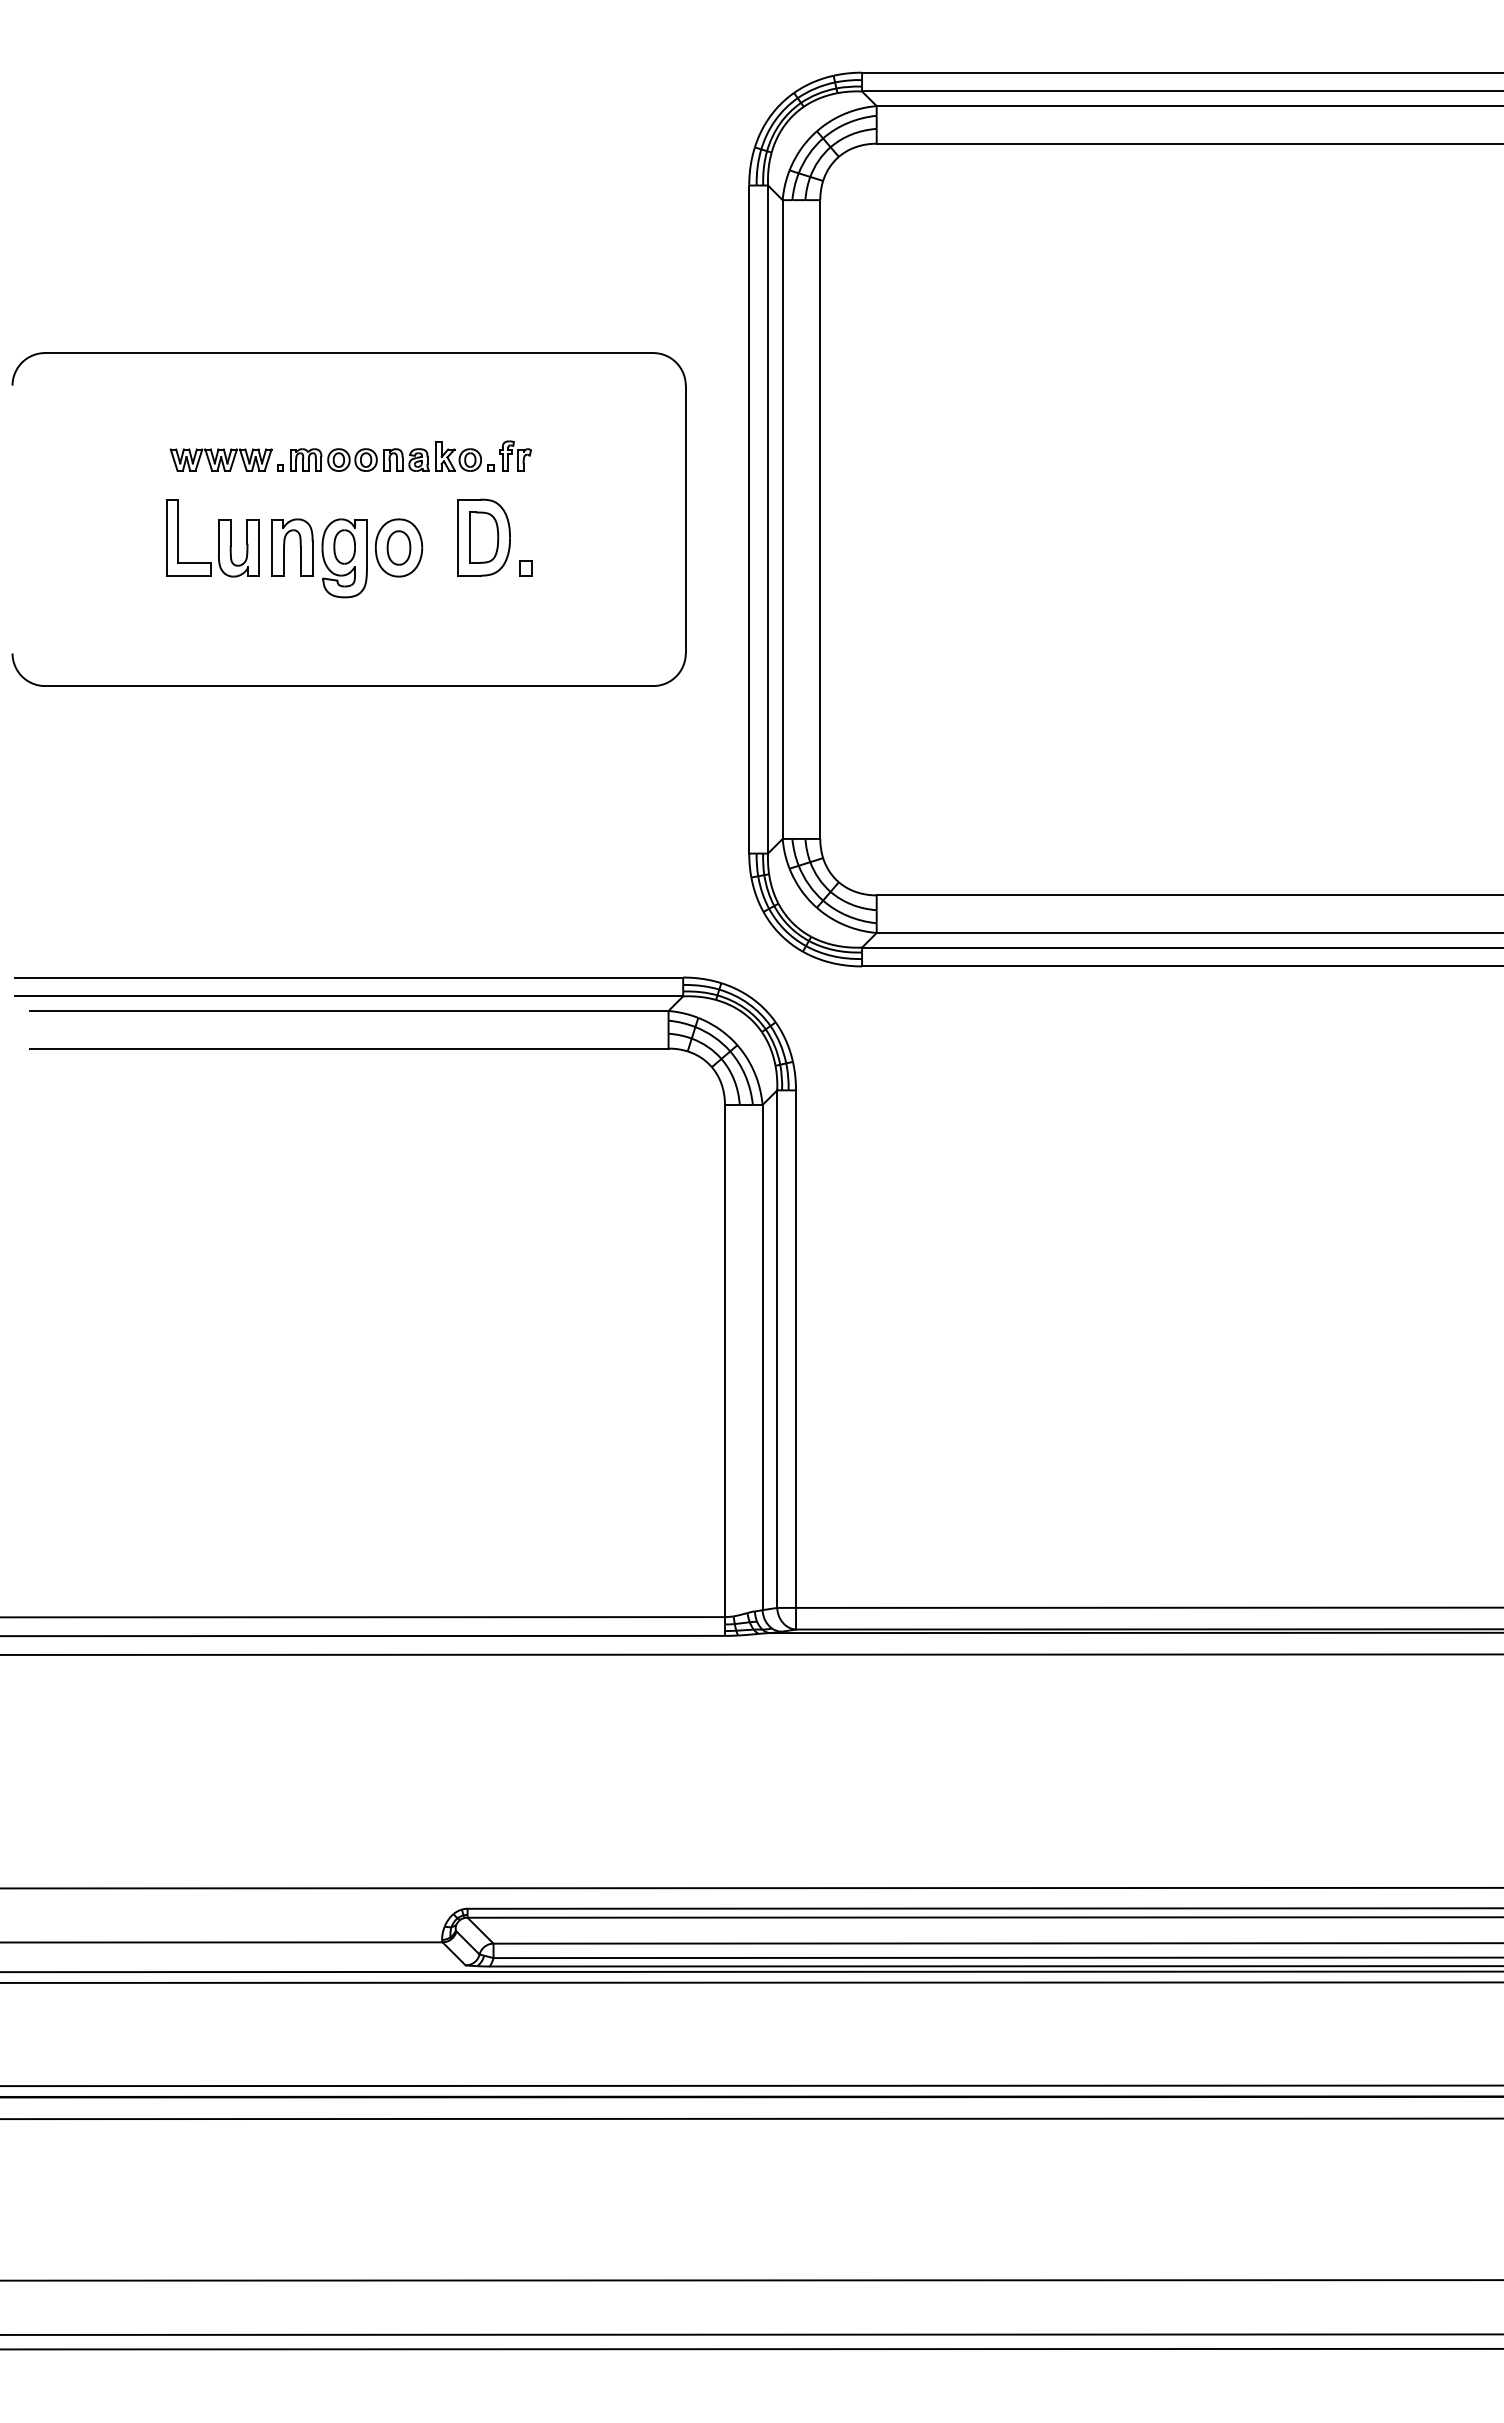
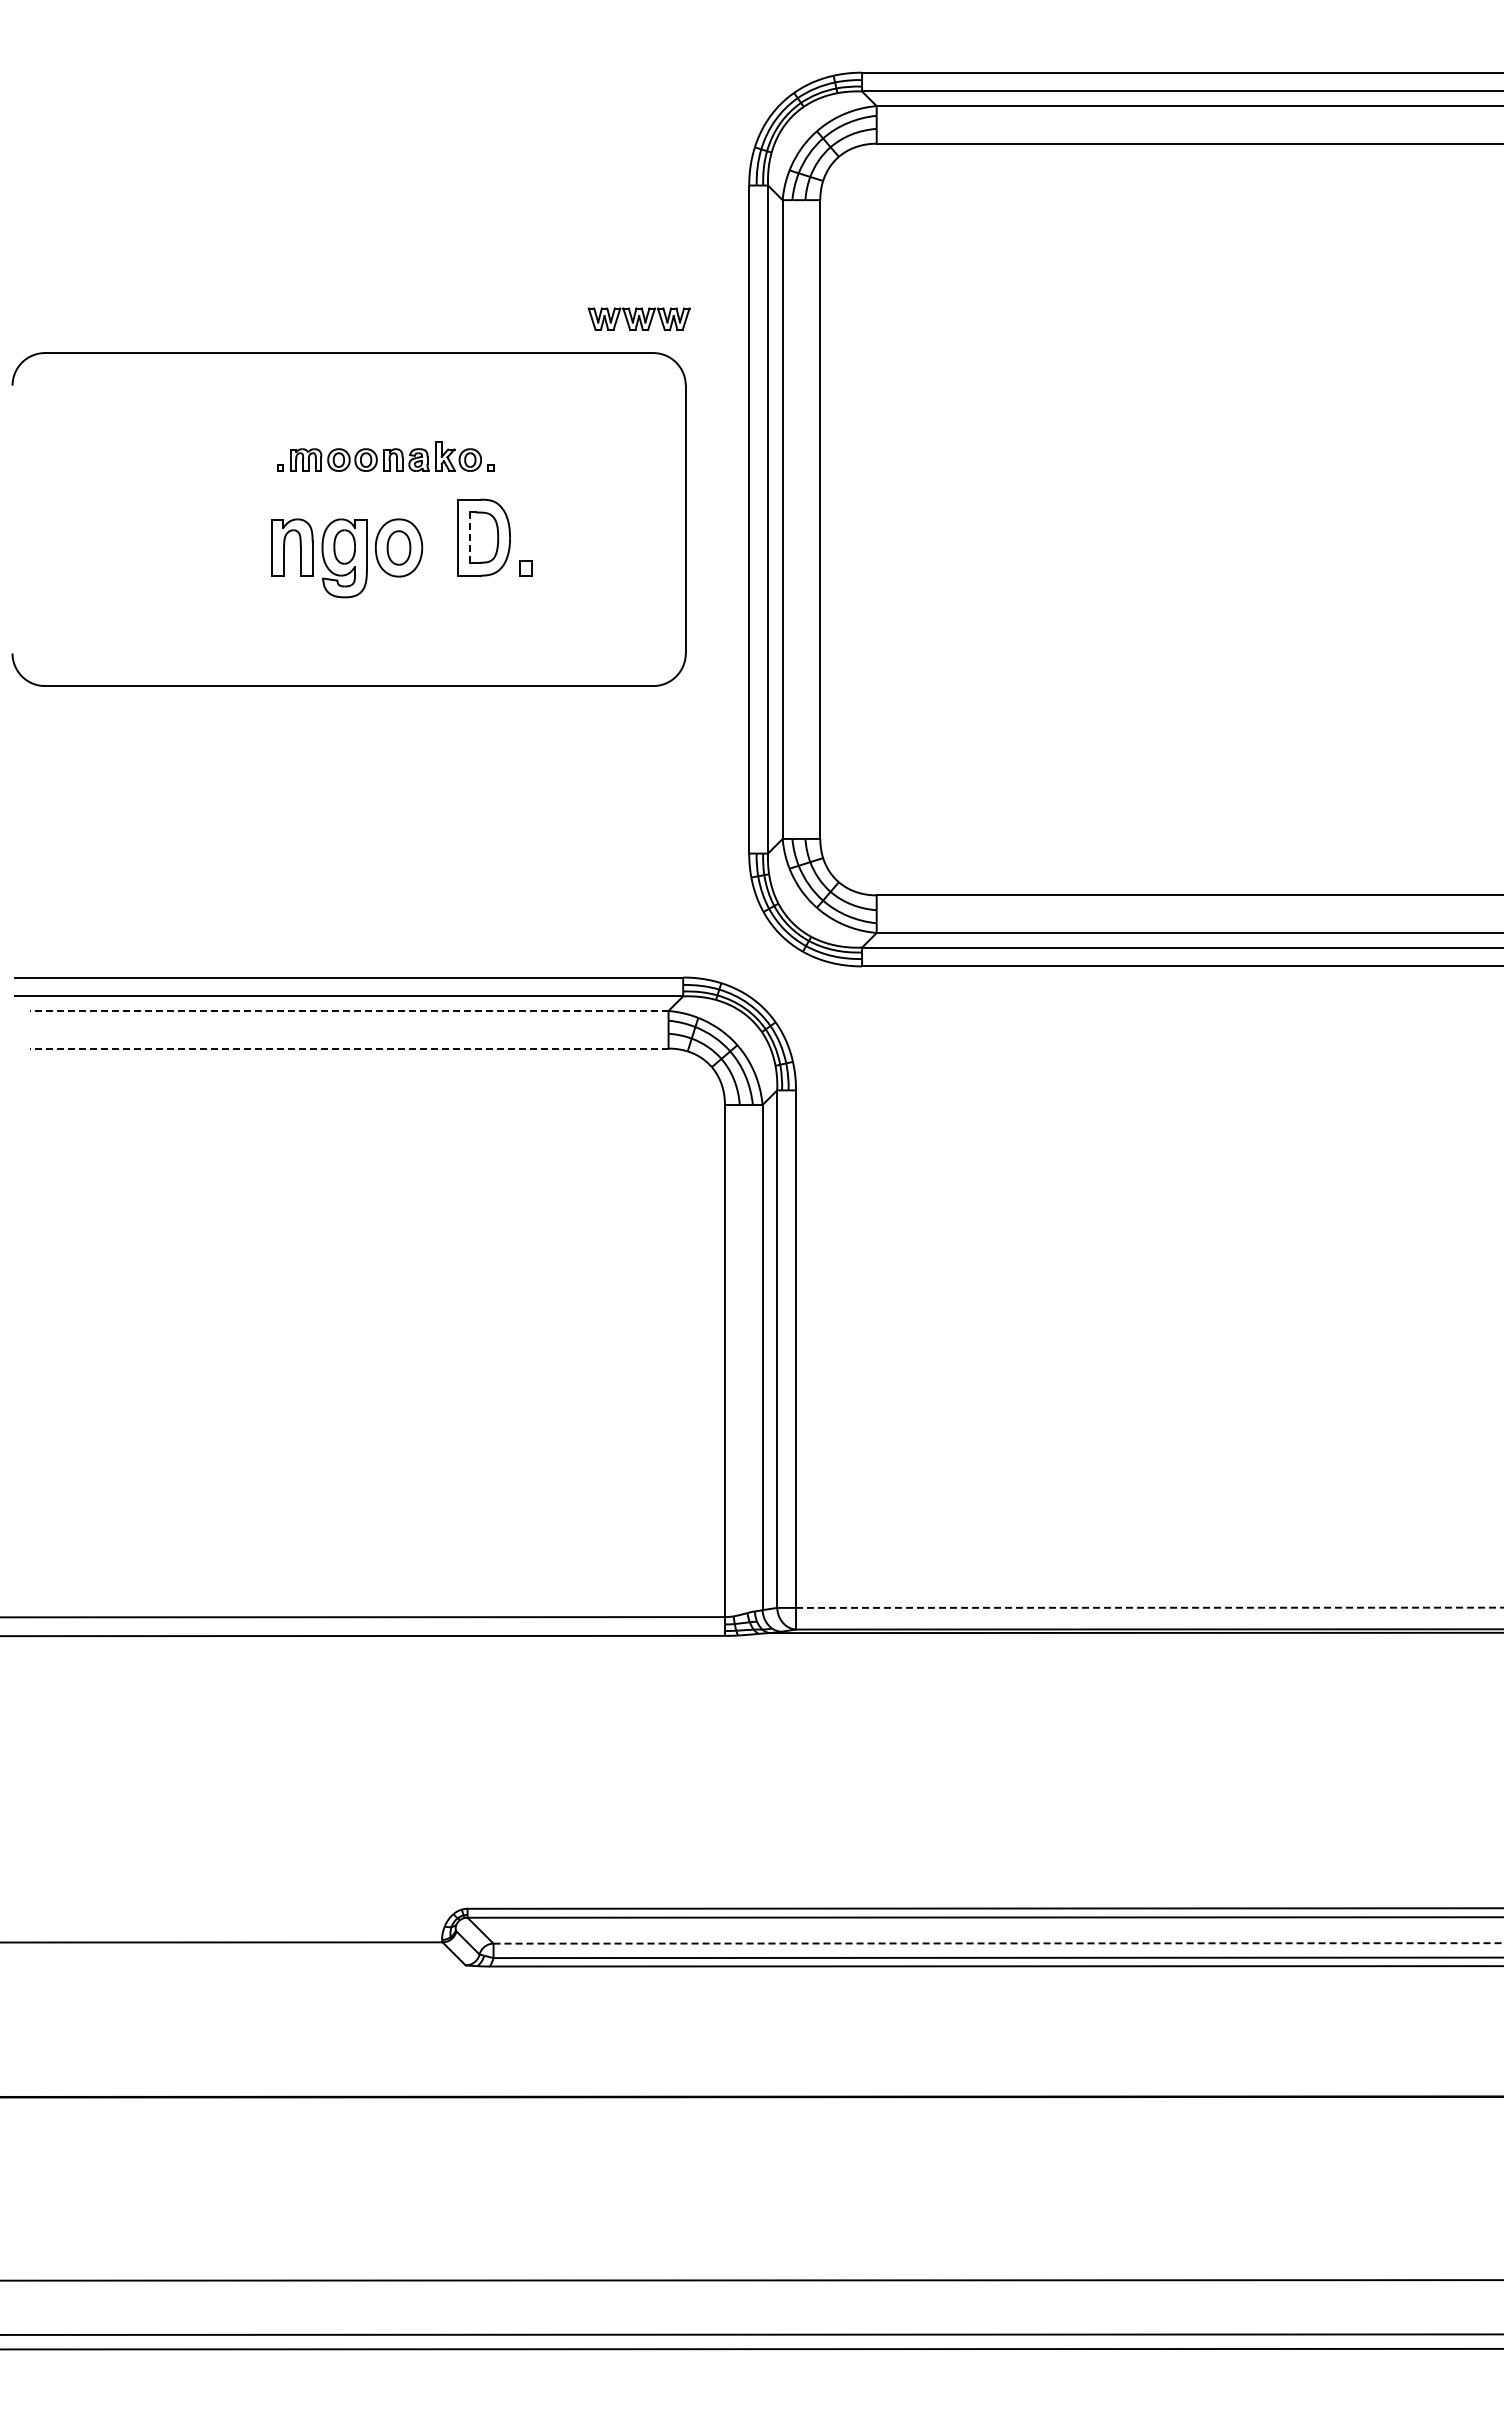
part at (515, 455): present -> none
part at (220, 459) position: (220, 459) -> (638, 318)
line at (469, 537): solid -> dashed
part at (212, 538): present -> none
line at (348, 1010): solid -> dashed
line at (348, 1048): solid -> dashed
line at (1149, 1607): solid -> dashed
line at (751, 1654): present -> none
line at (751, 1887): present -> none
line at (998, 1943): solid -> dashed
line at (751, 1971): present -> none
line at (751, 1982): present -> none
line at (751, 2085): present -> none
line at (751, 2118): present -> none
